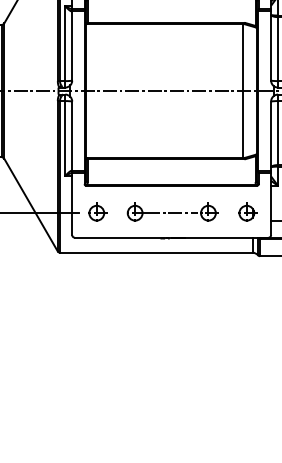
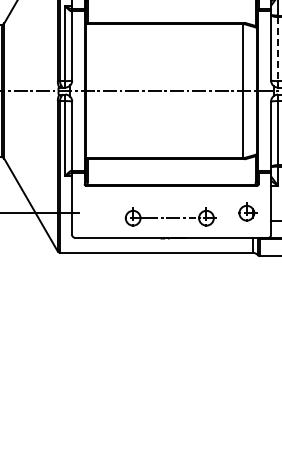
line at (278, 49): solid -> dashed
part at (97, 211): present -> none
part at (172, 211) position: (172, 211) -> (170, 216)
